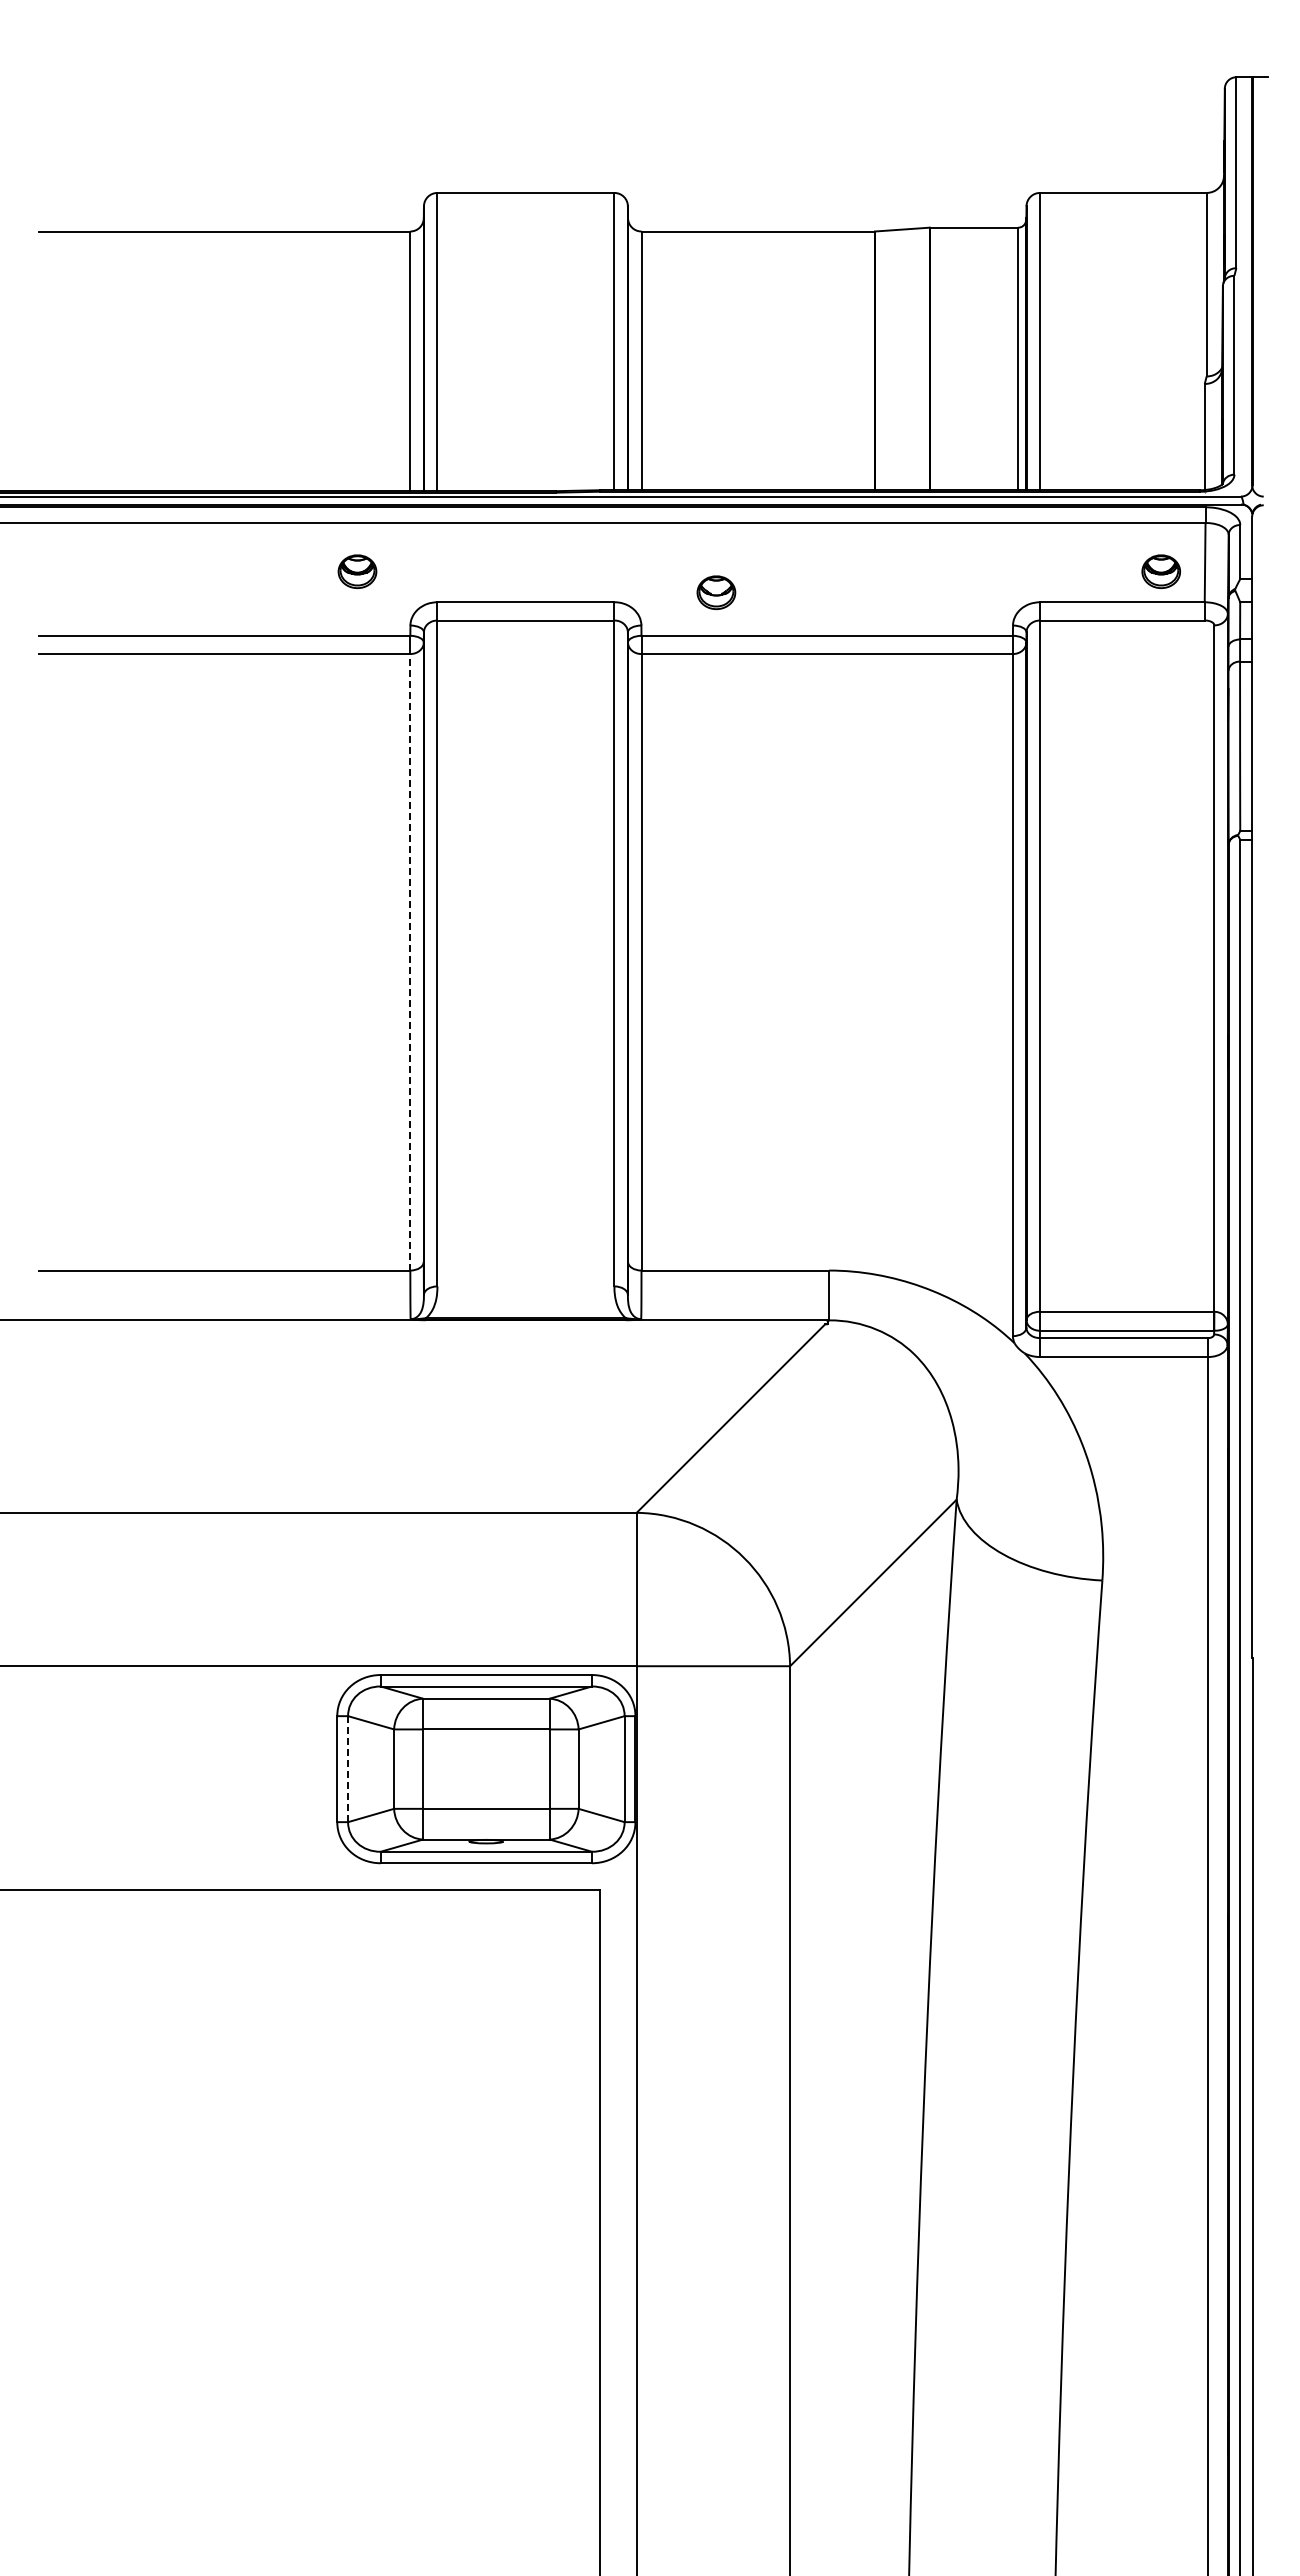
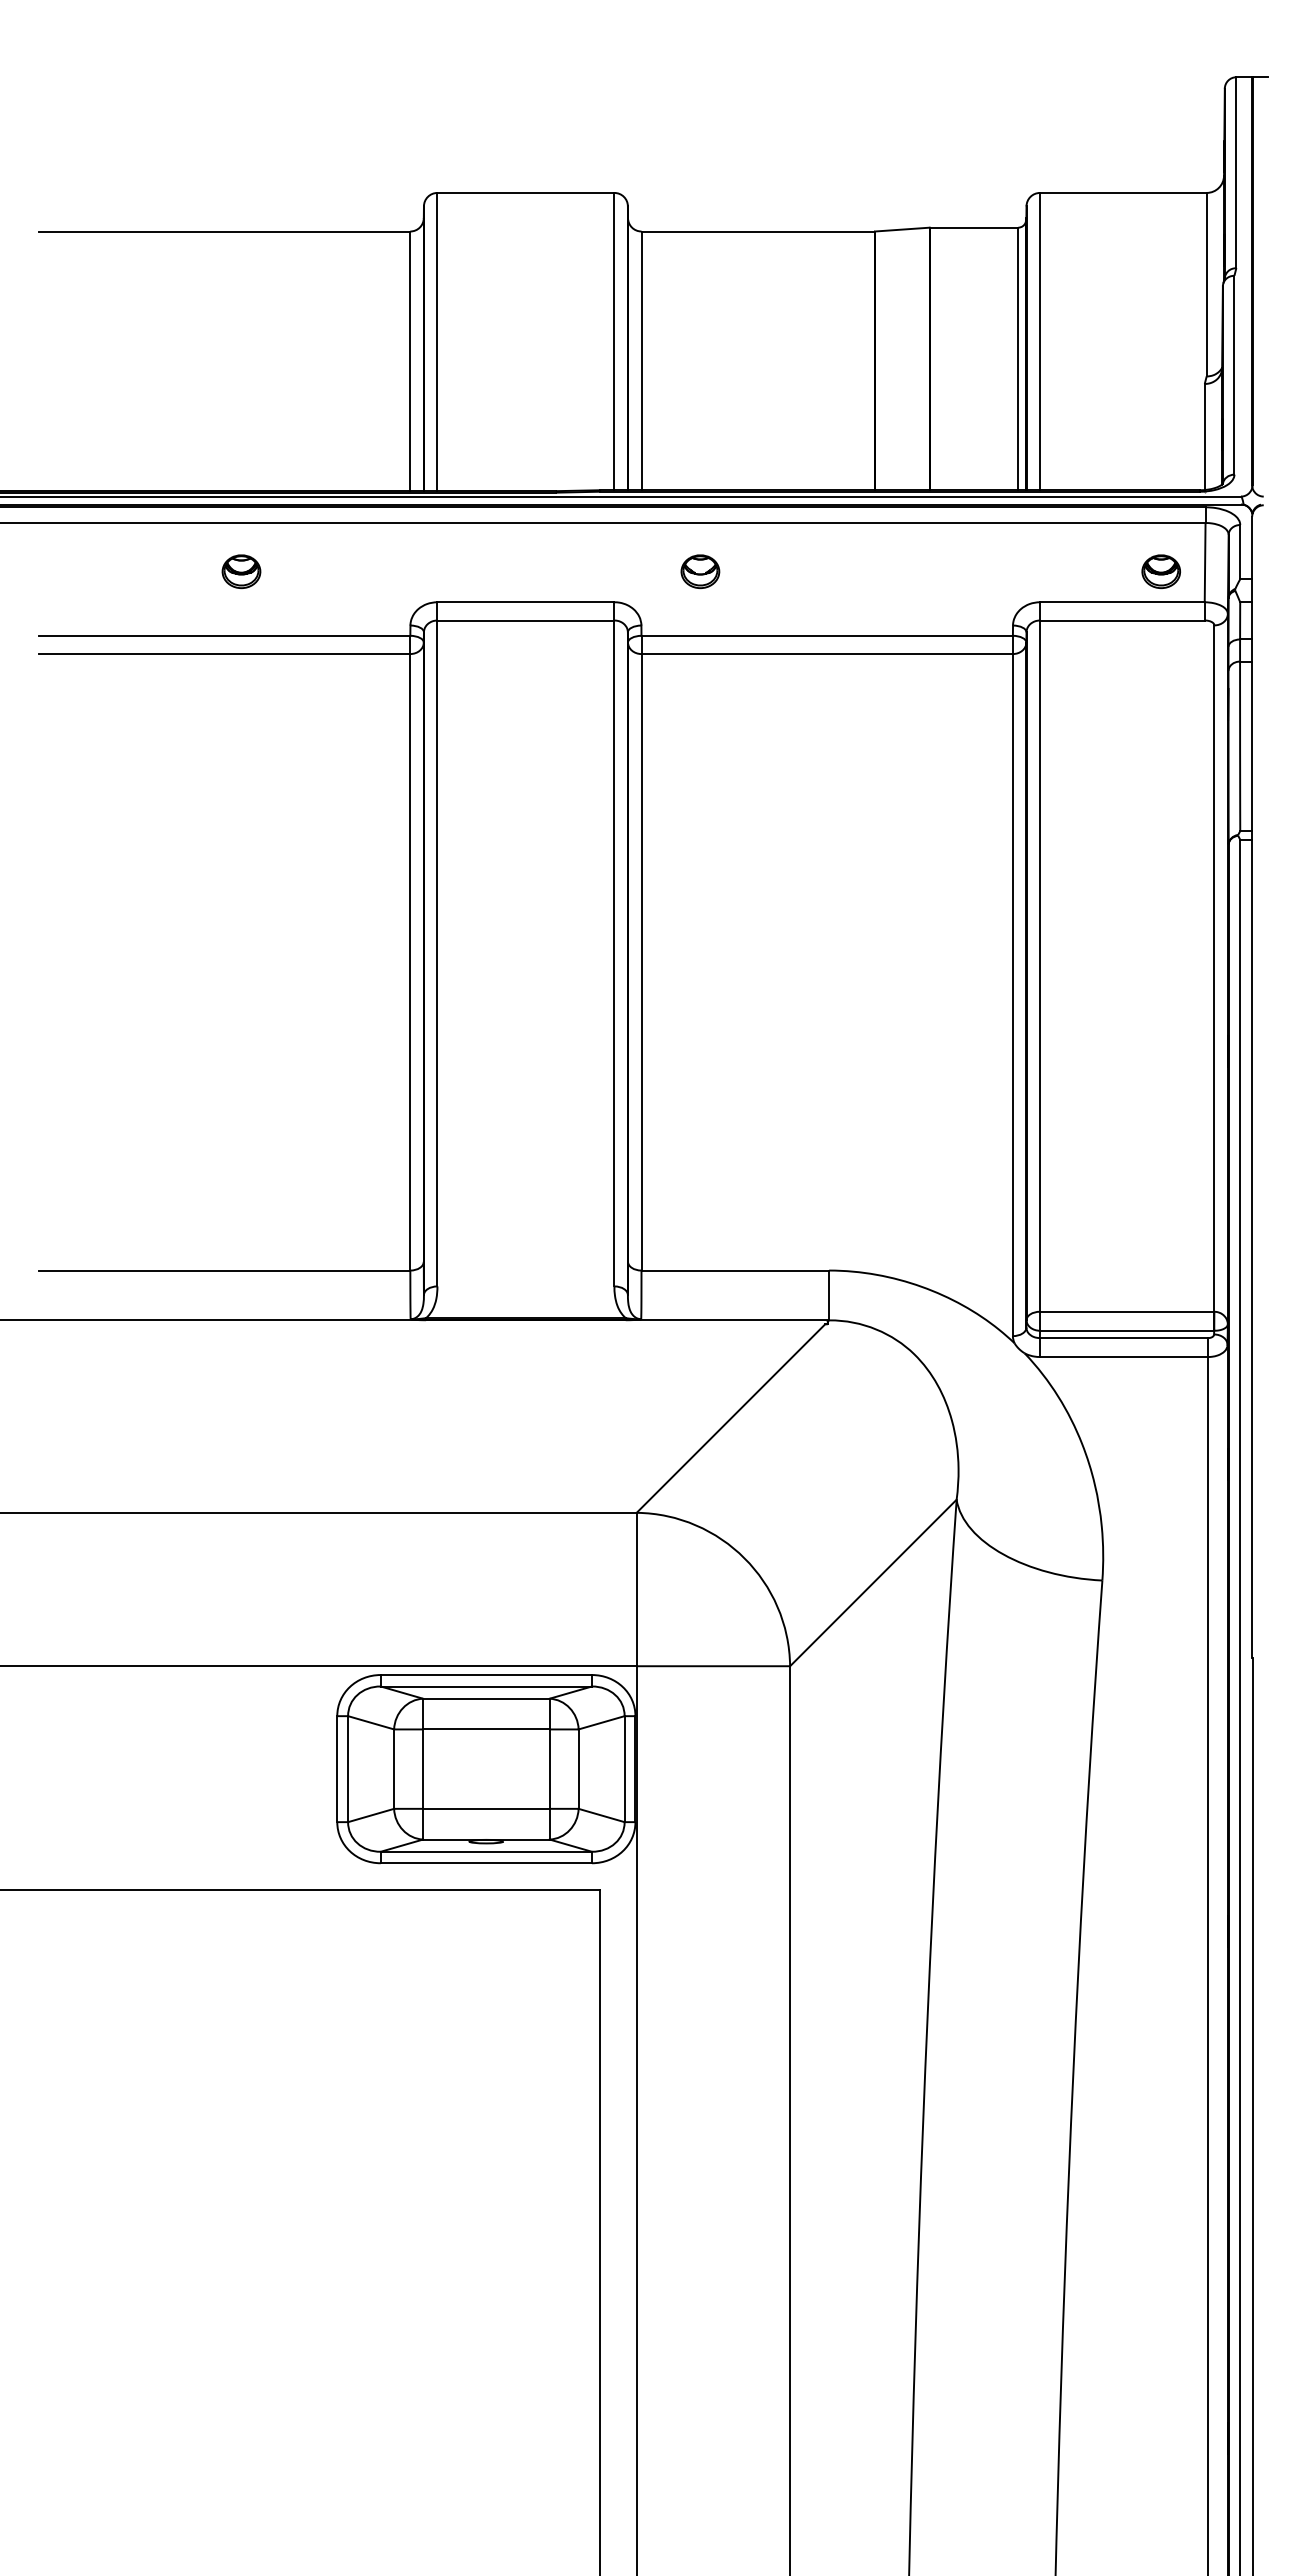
part at (357, 571) position: (357, 571) -> (241, 571)
part at (716, 592) position: (716, 592) -> (700, 571)
line at (410, 961): dashed -> solid
line at (348, 1769): dashed -> solid
